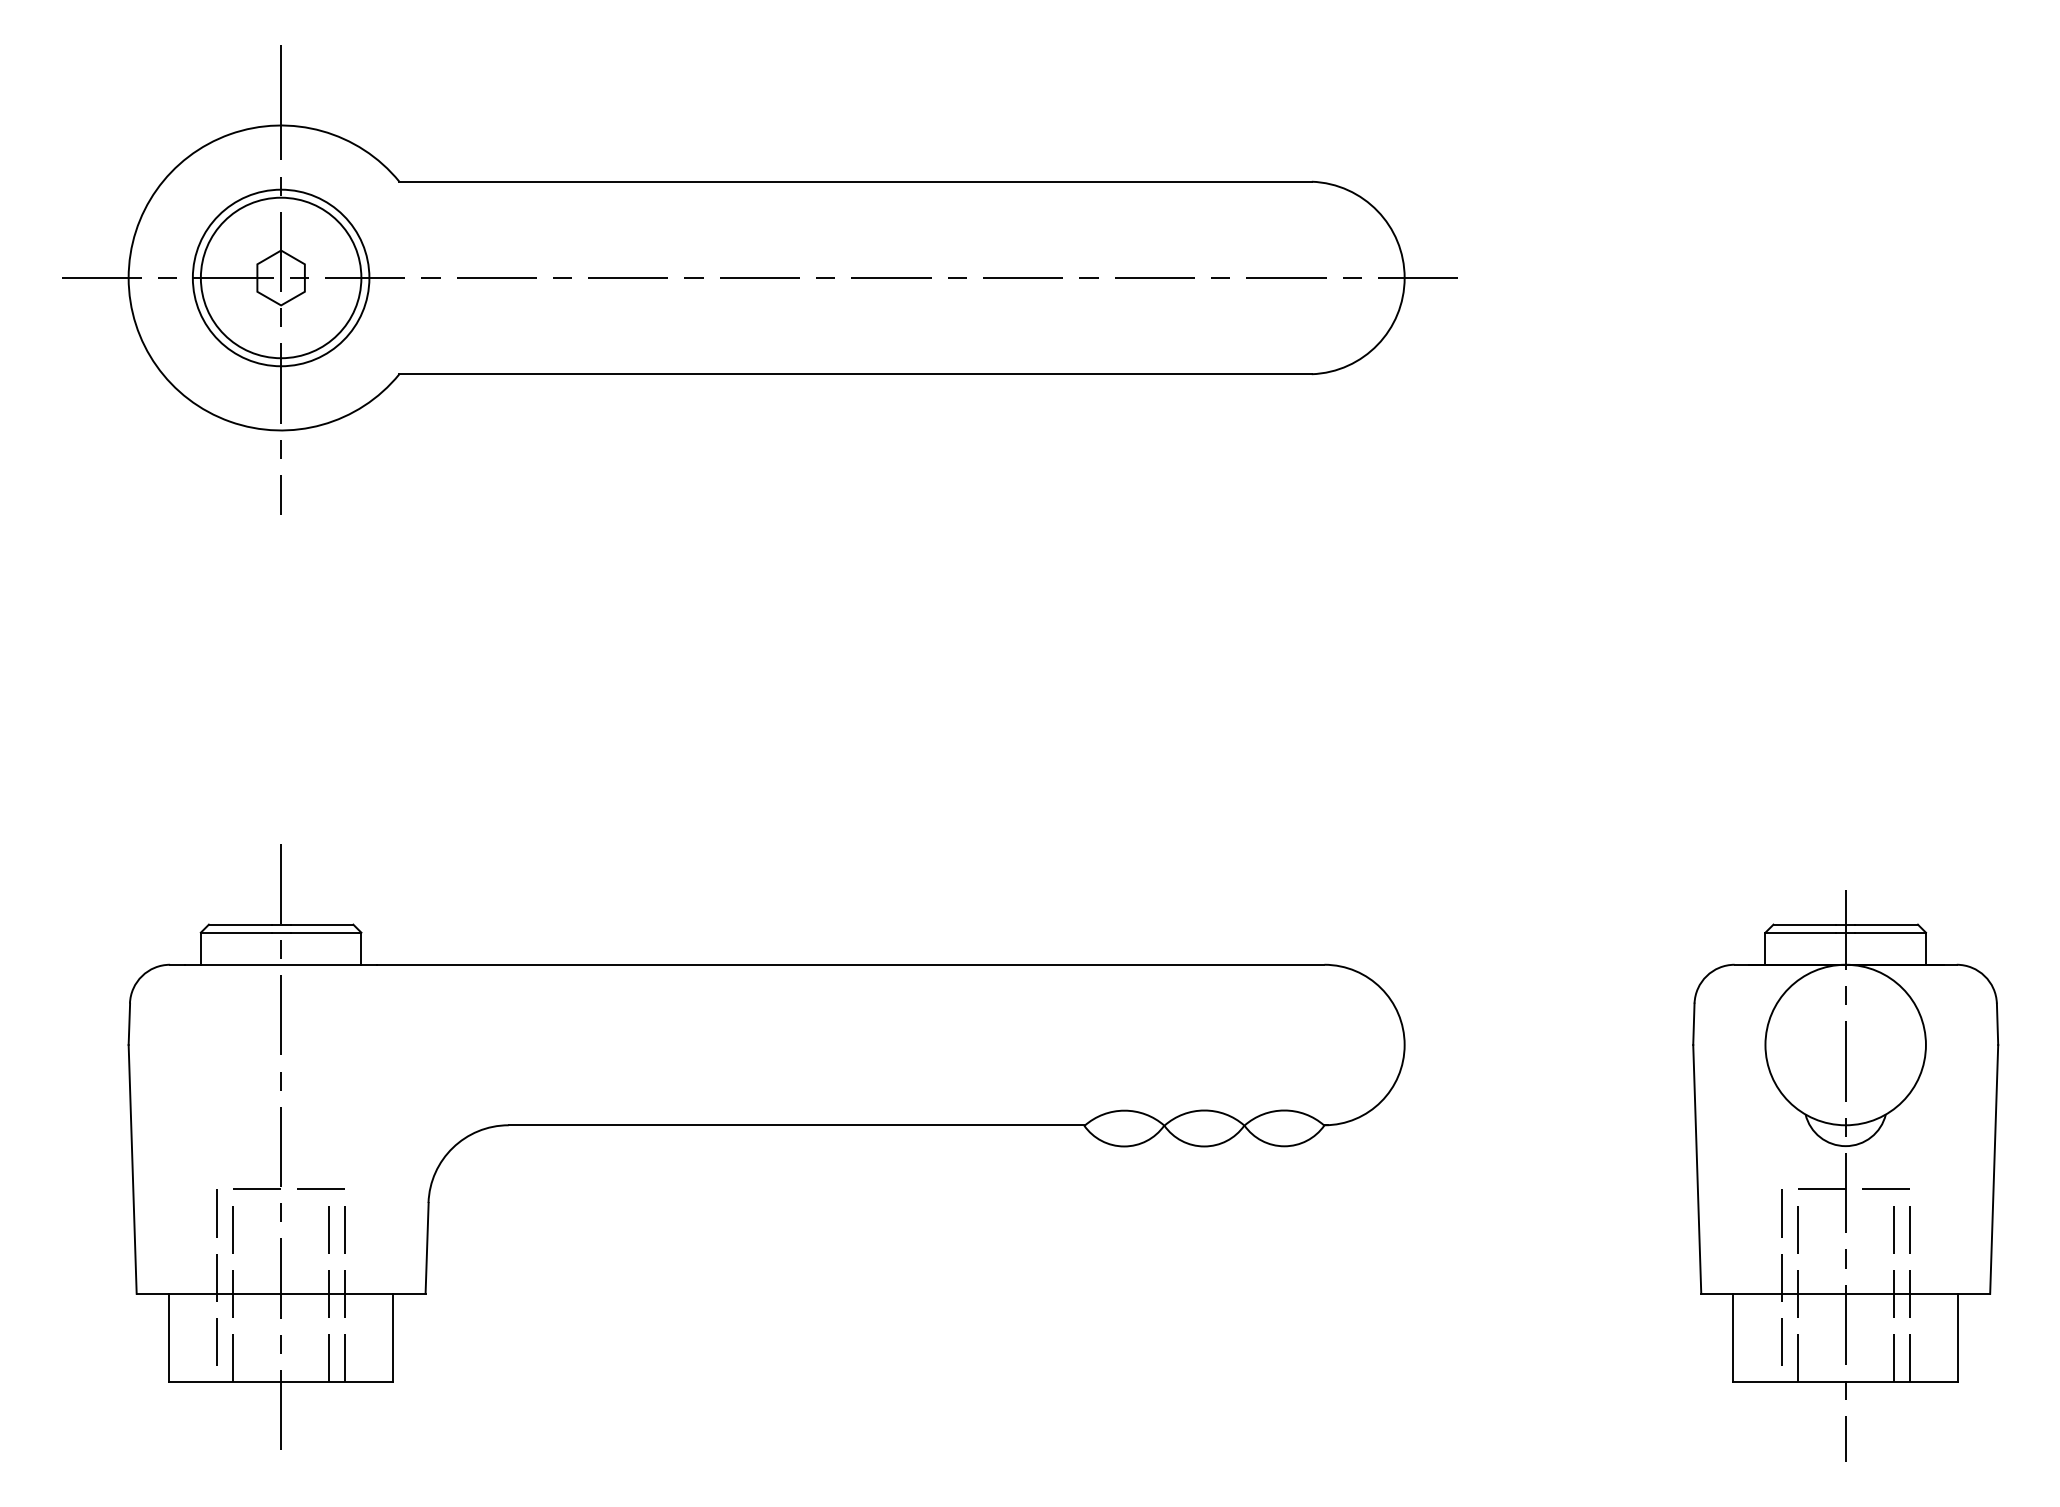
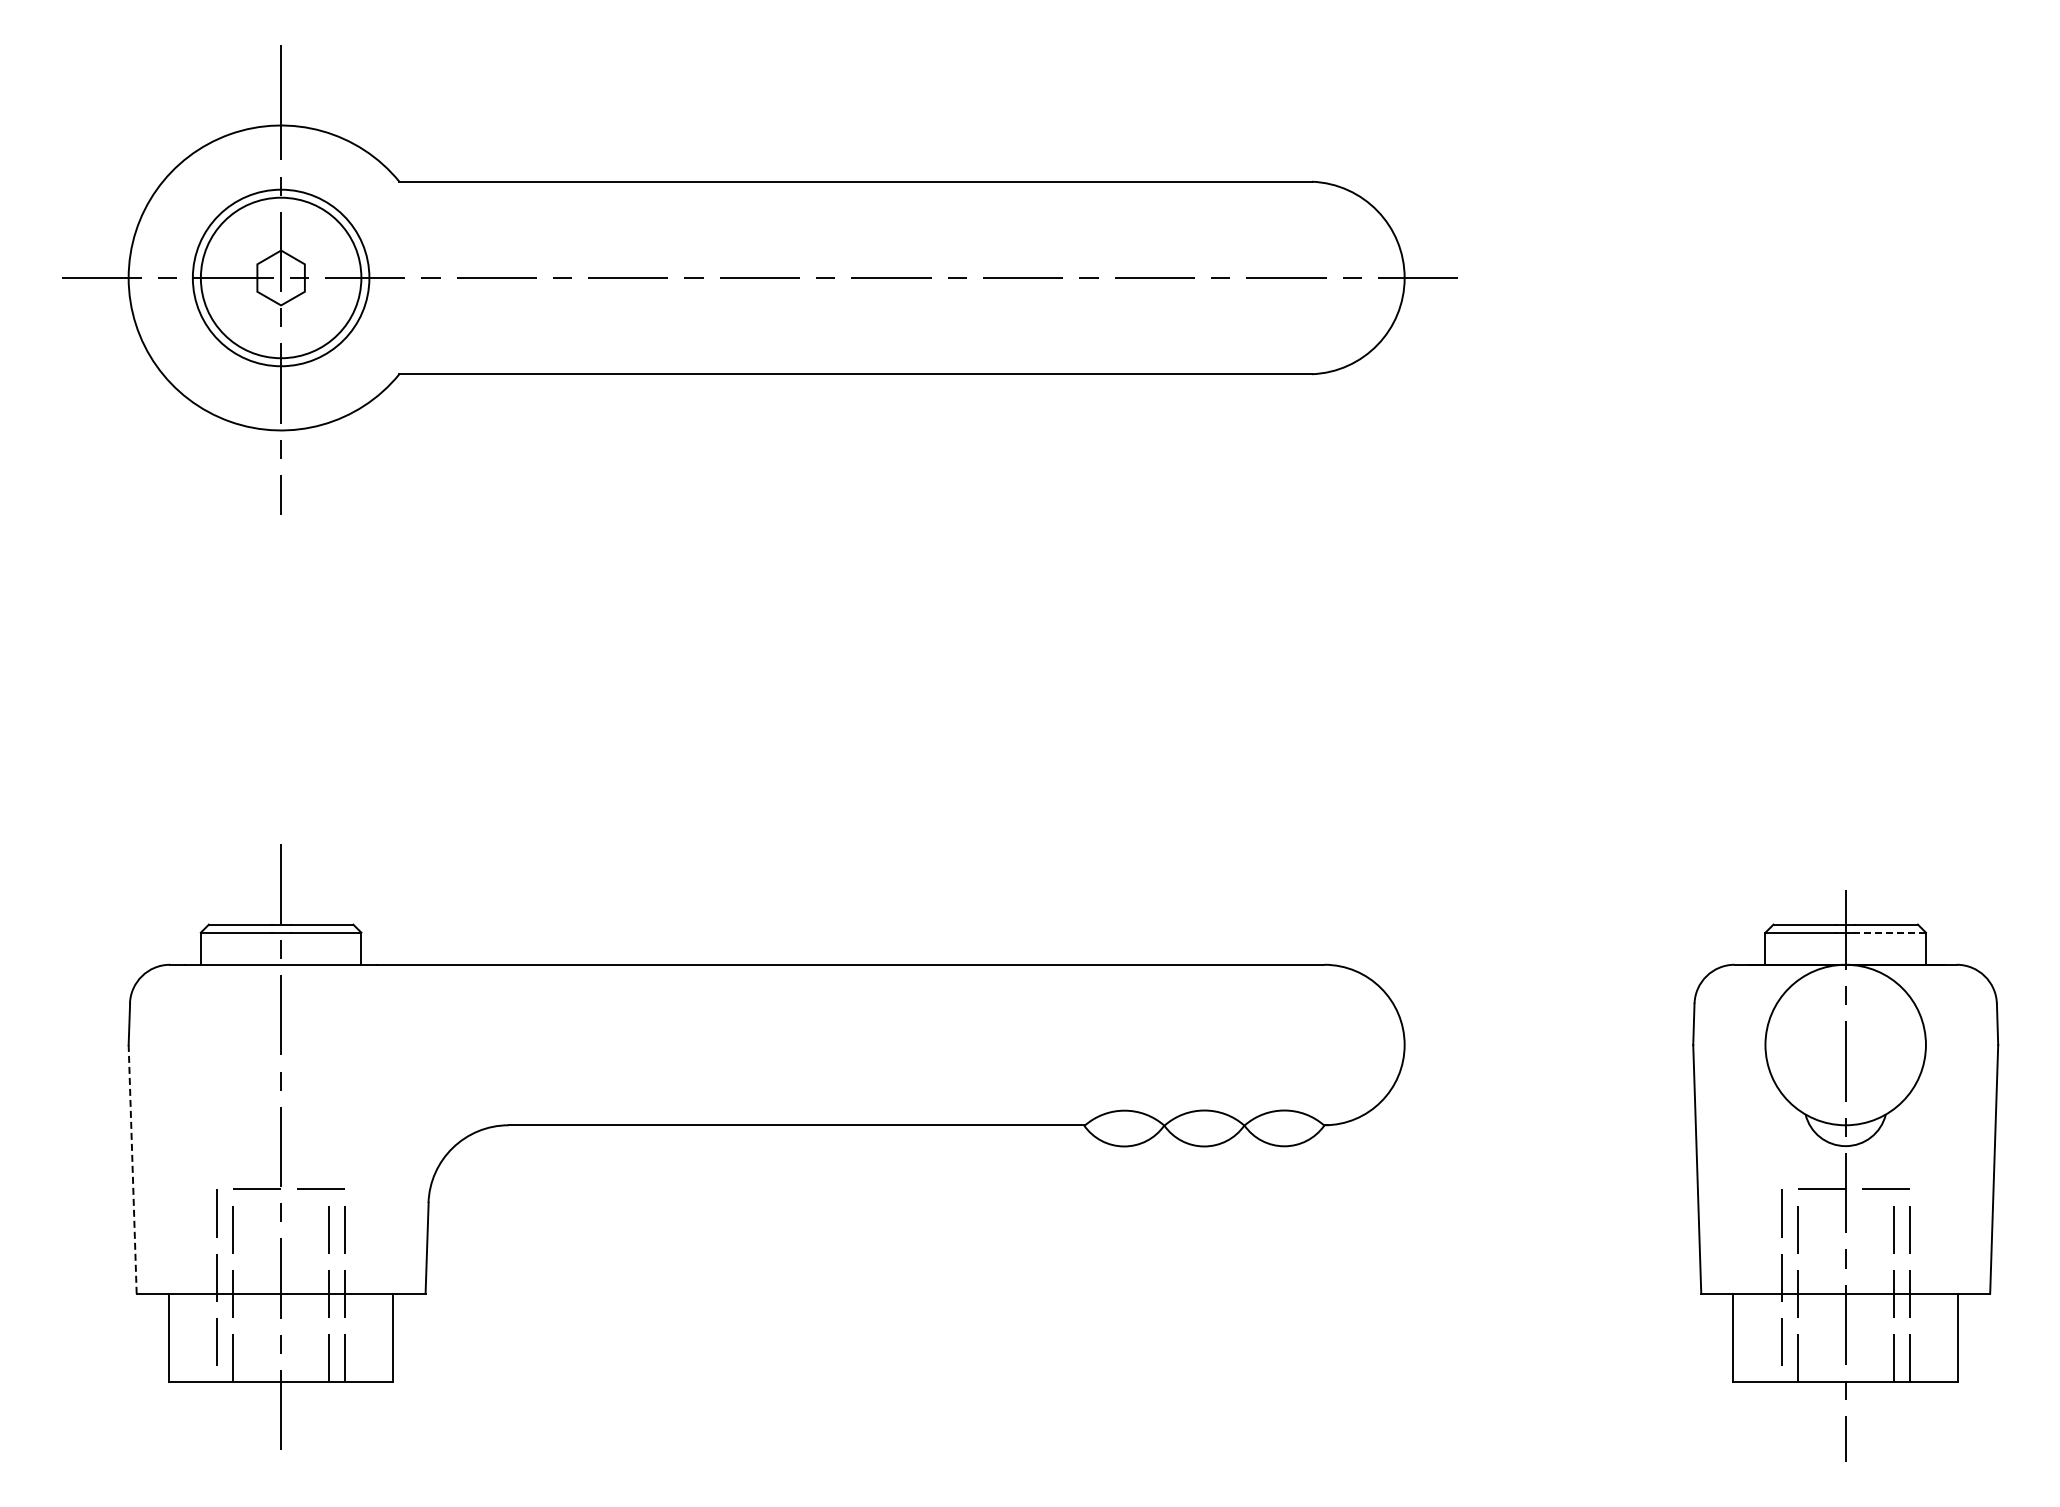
line at (1890, 932): solid -> dashed
line at (132, 1168): solid -> dashed
